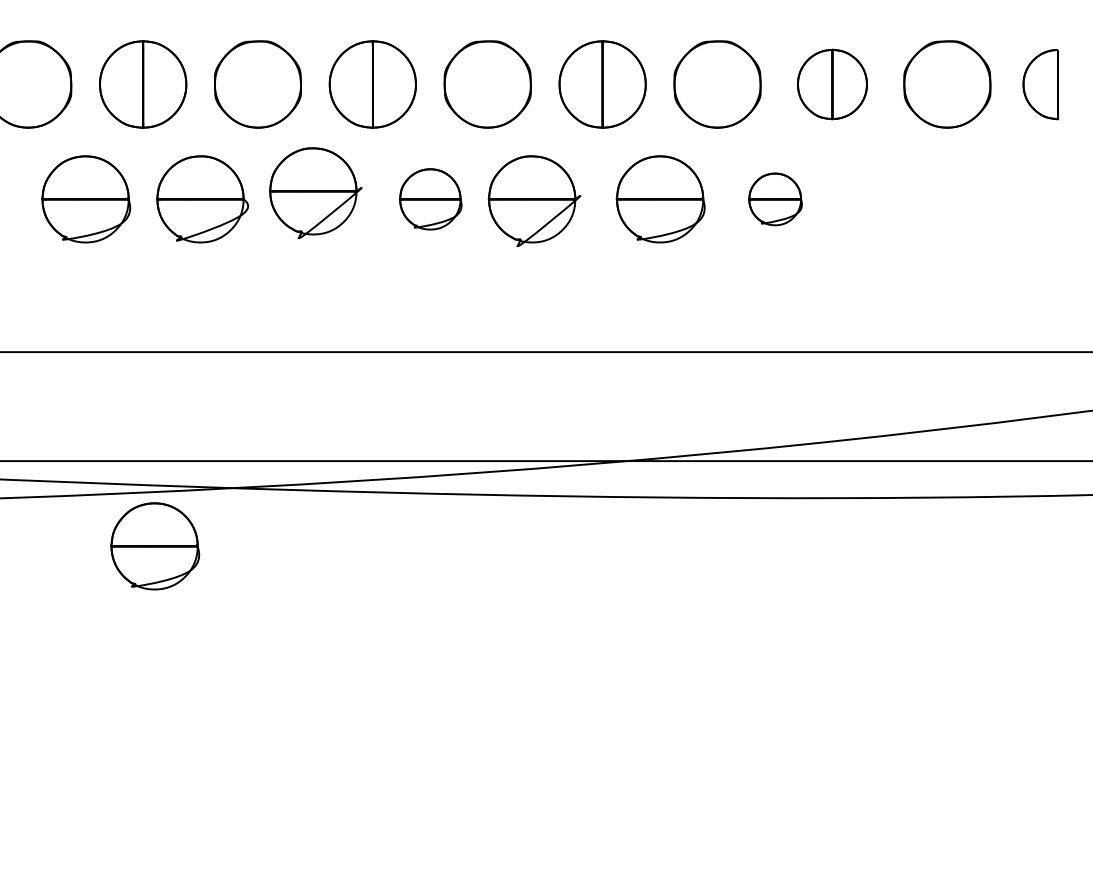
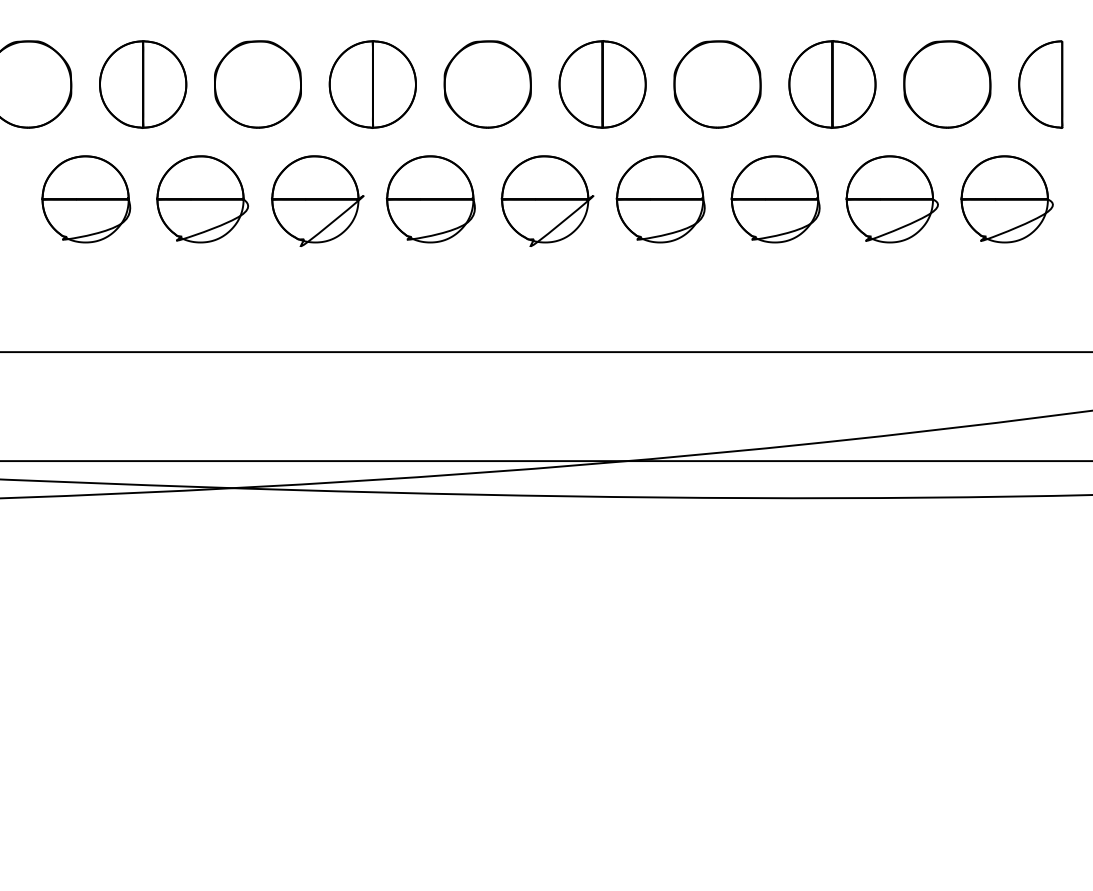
part at (832, 84) size: 71x73 px -> 89x89 px
part at (1040, 84) size: 38x72 px -> 46x89 px
part at (315, 192) position: (315, 192) -> (317, 200)
part at (430, 199) size: 64x63 px -> 91x89 px
part at (775, 199) size: 55x55 px -> 91x89 px
part at (891, 199): none -> present
part at (1006, 199): none -> present
part at (534, 200) position: (534, 200) -> (547, 200)
part at (155, 546): present -> none
